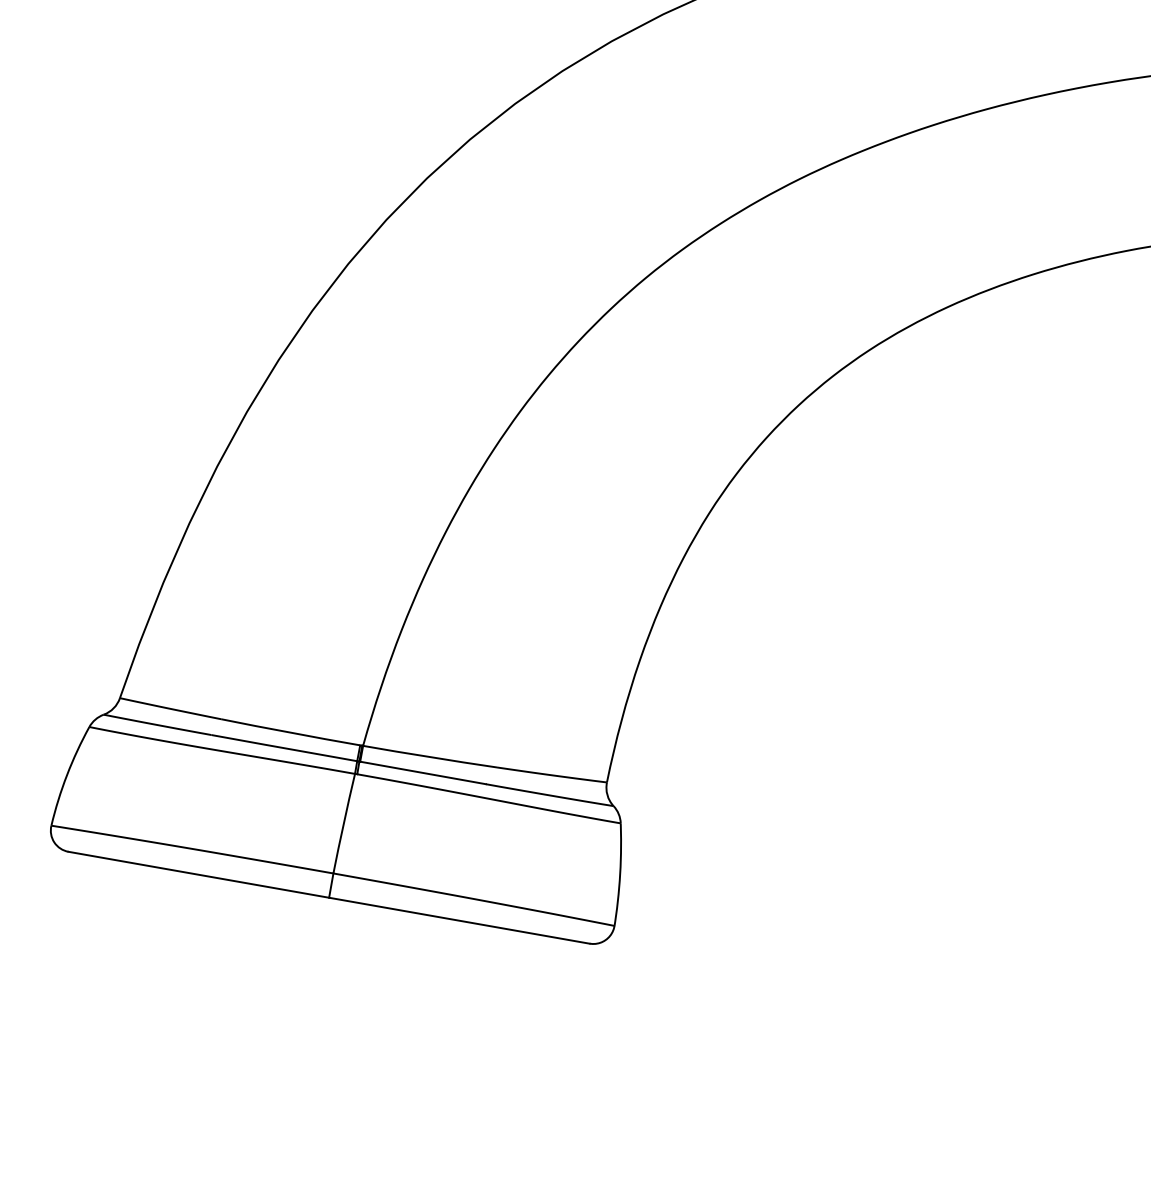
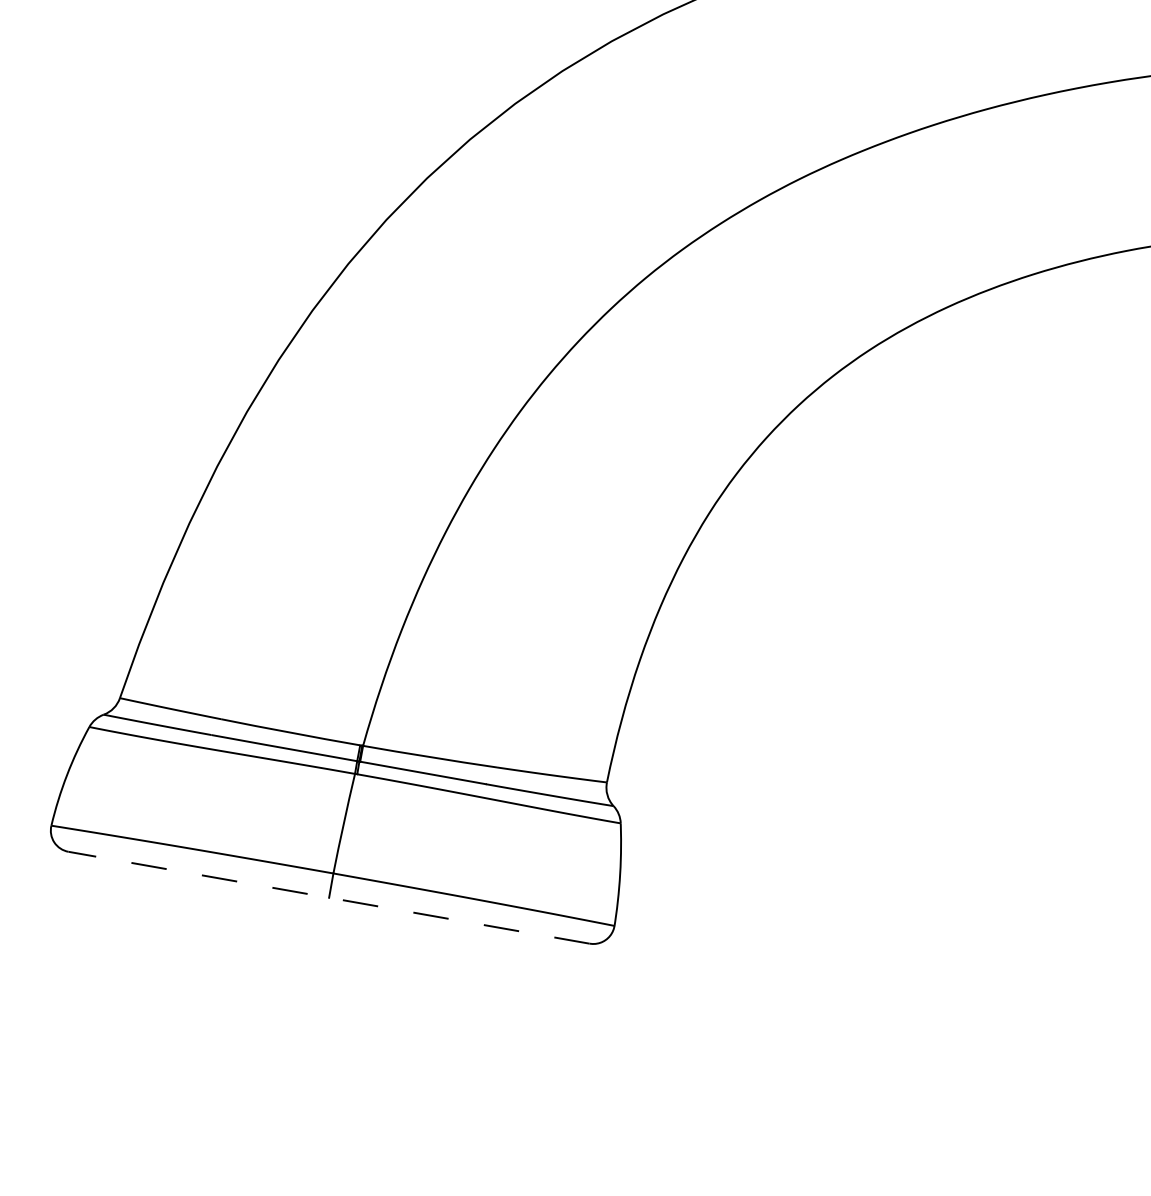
line at (329, 897): solid -> dashed
